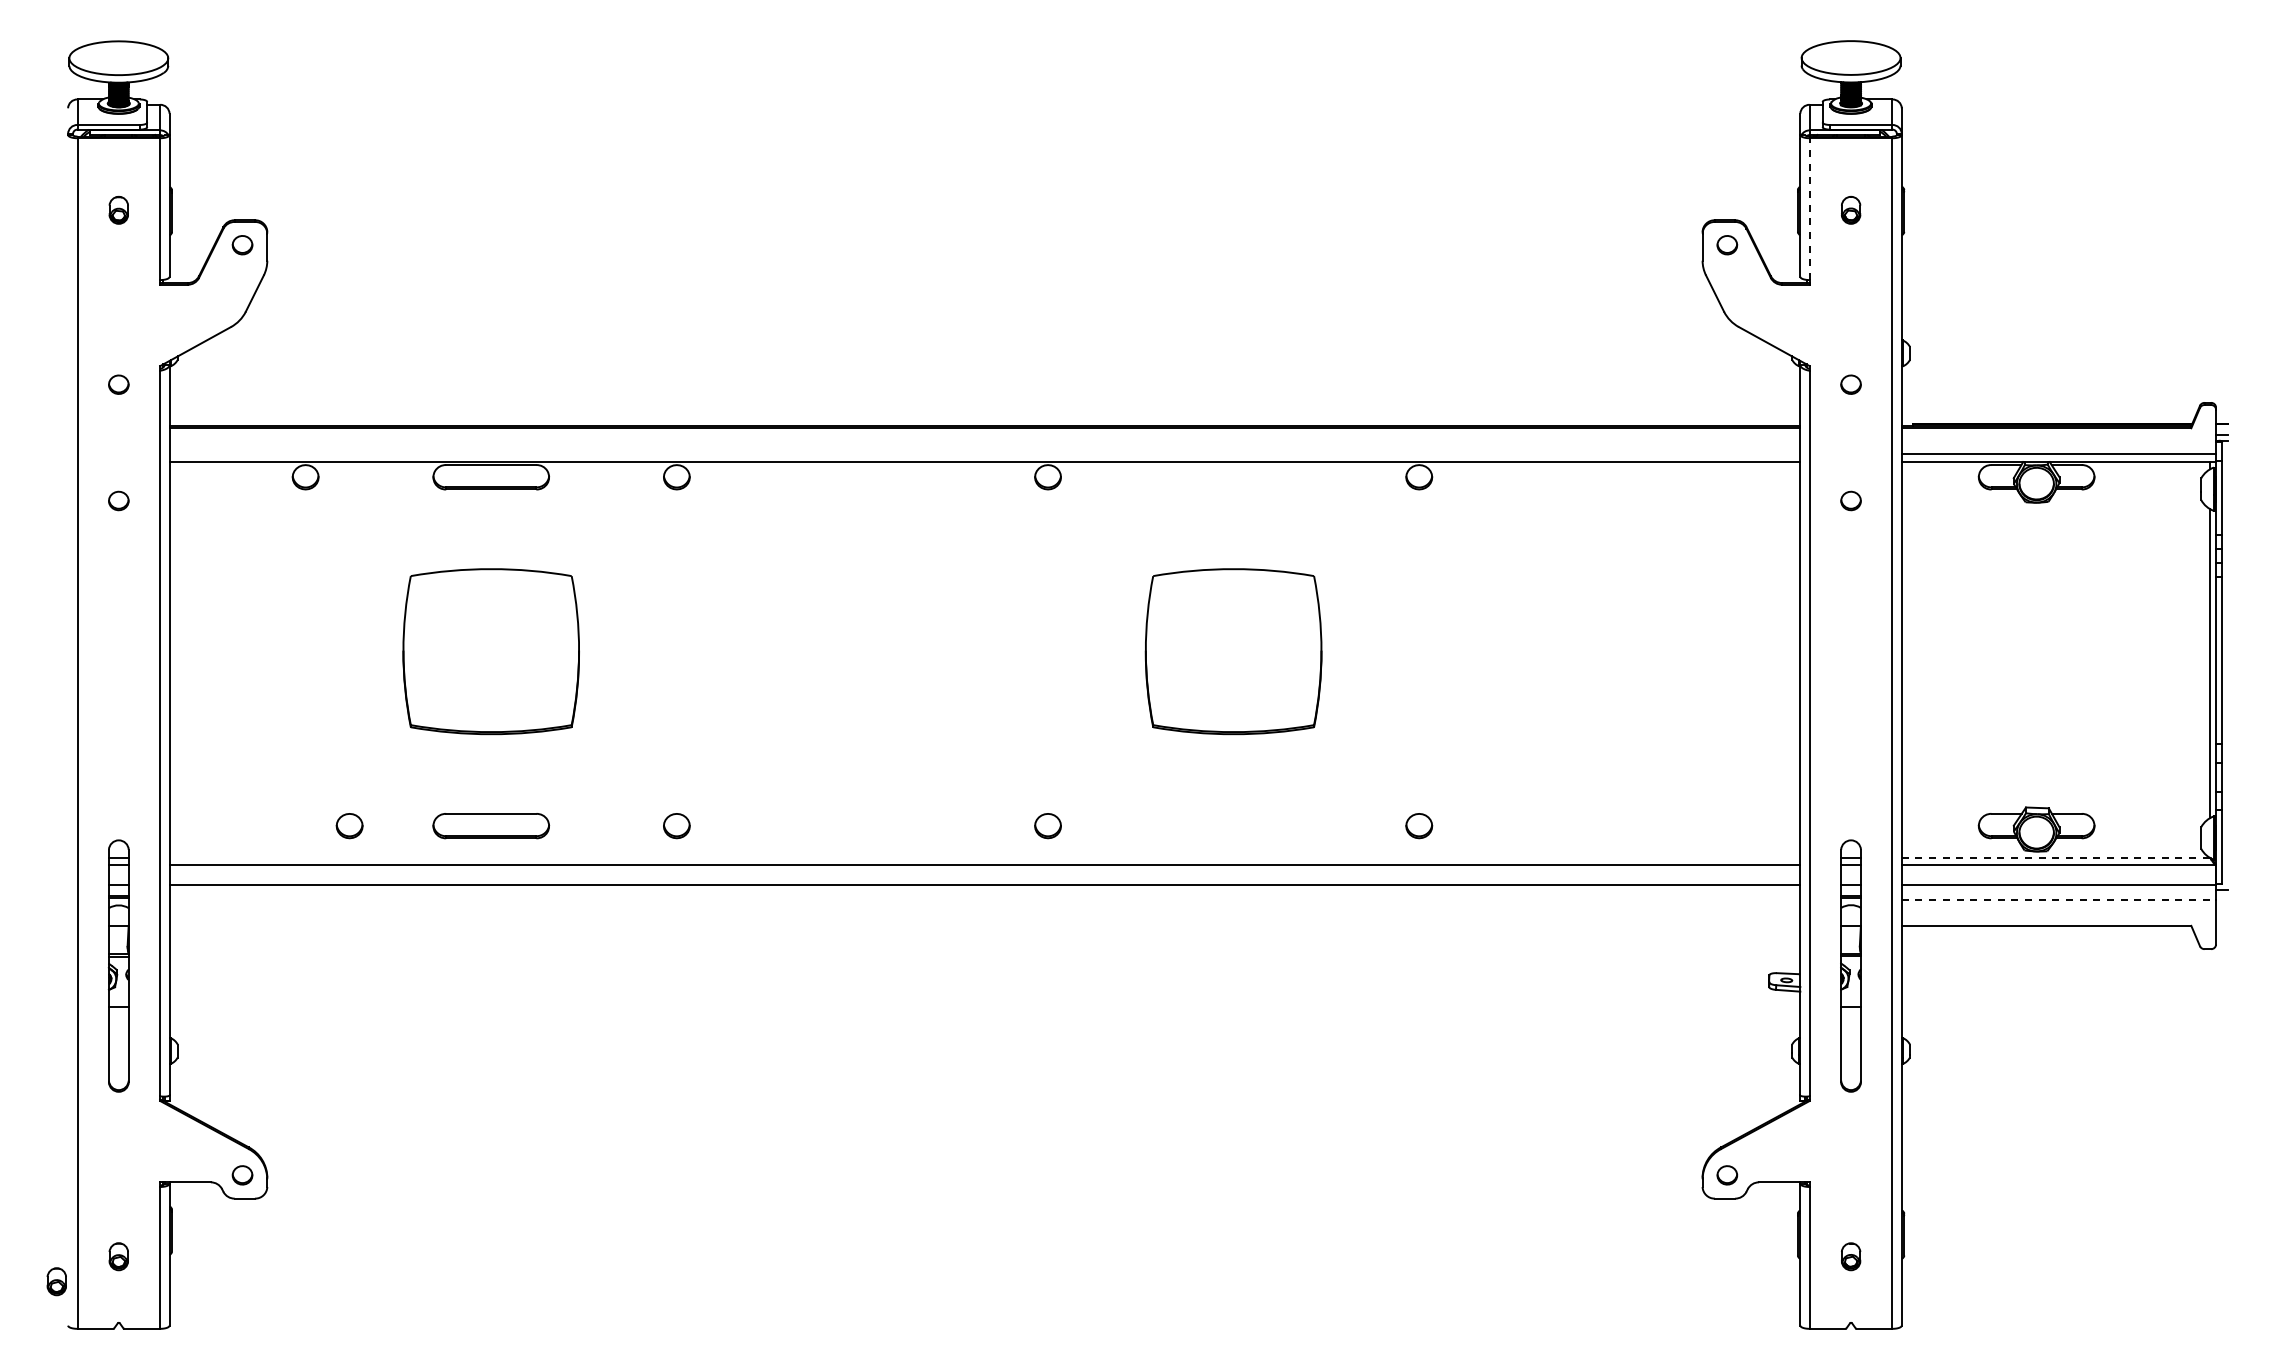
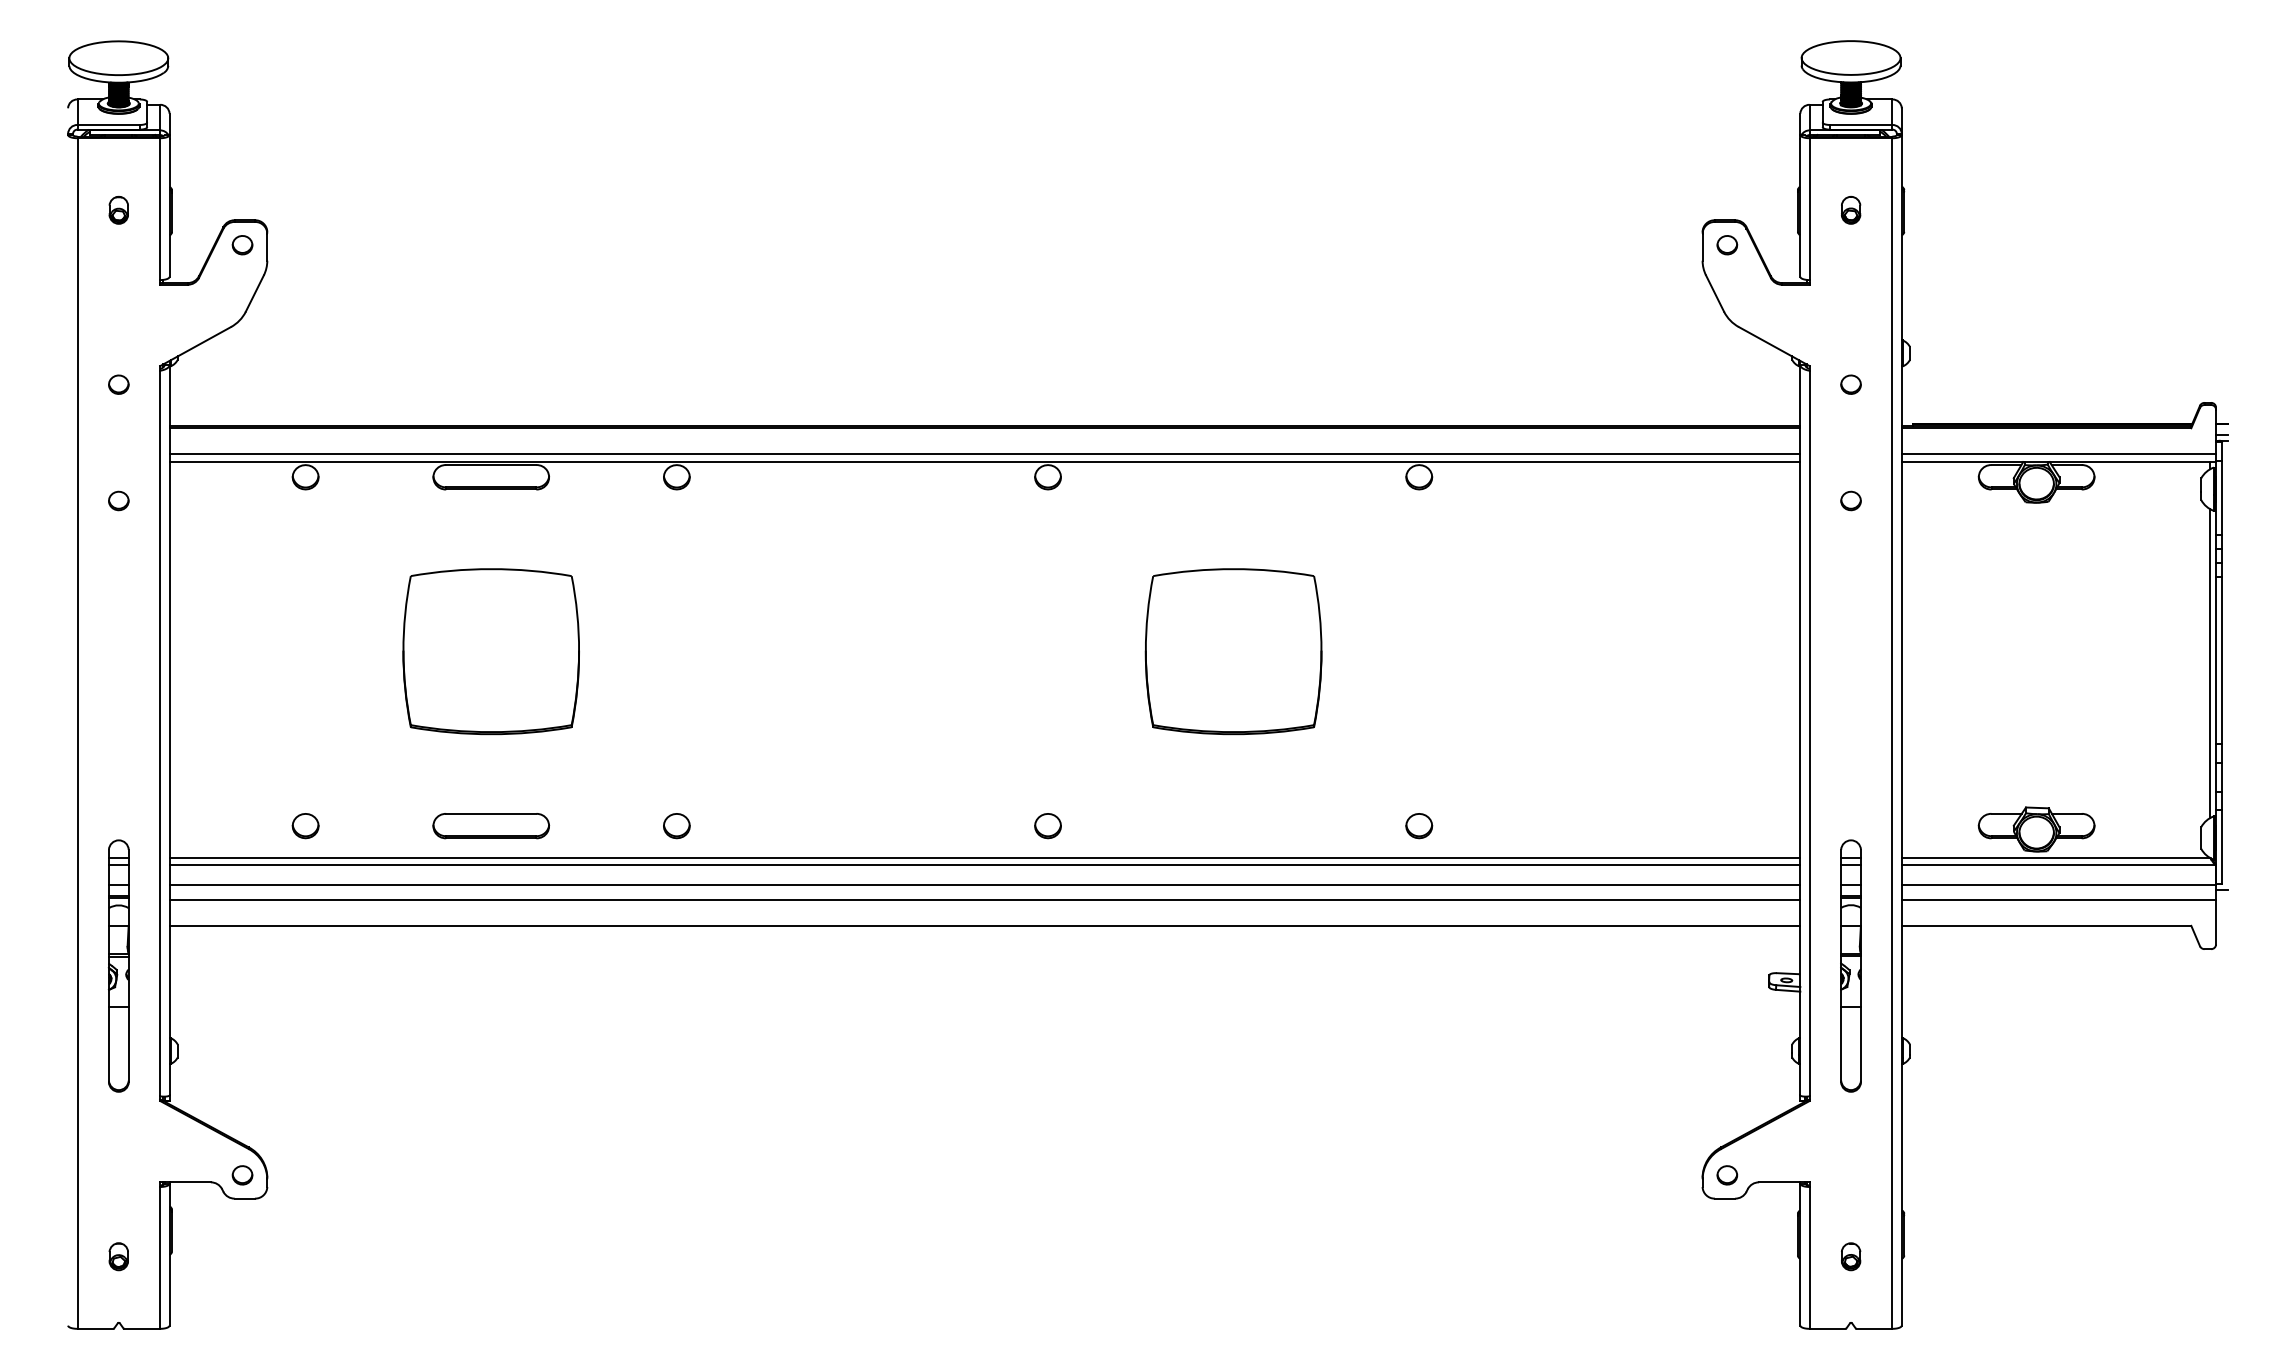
line at (1809, 209): dashed -> solid
line at (984, 454): none -> present
part at (349, 826) position: (349, 826) -> (305, 826)
line at (984, 857): none -> present
line at (2055, 857): dashed -> solid
line at (984, 900): none -> present
line at (2059, 900): dashed -> solid
line at (984, 925): none -> present
part at (56, 1281): present -> none
